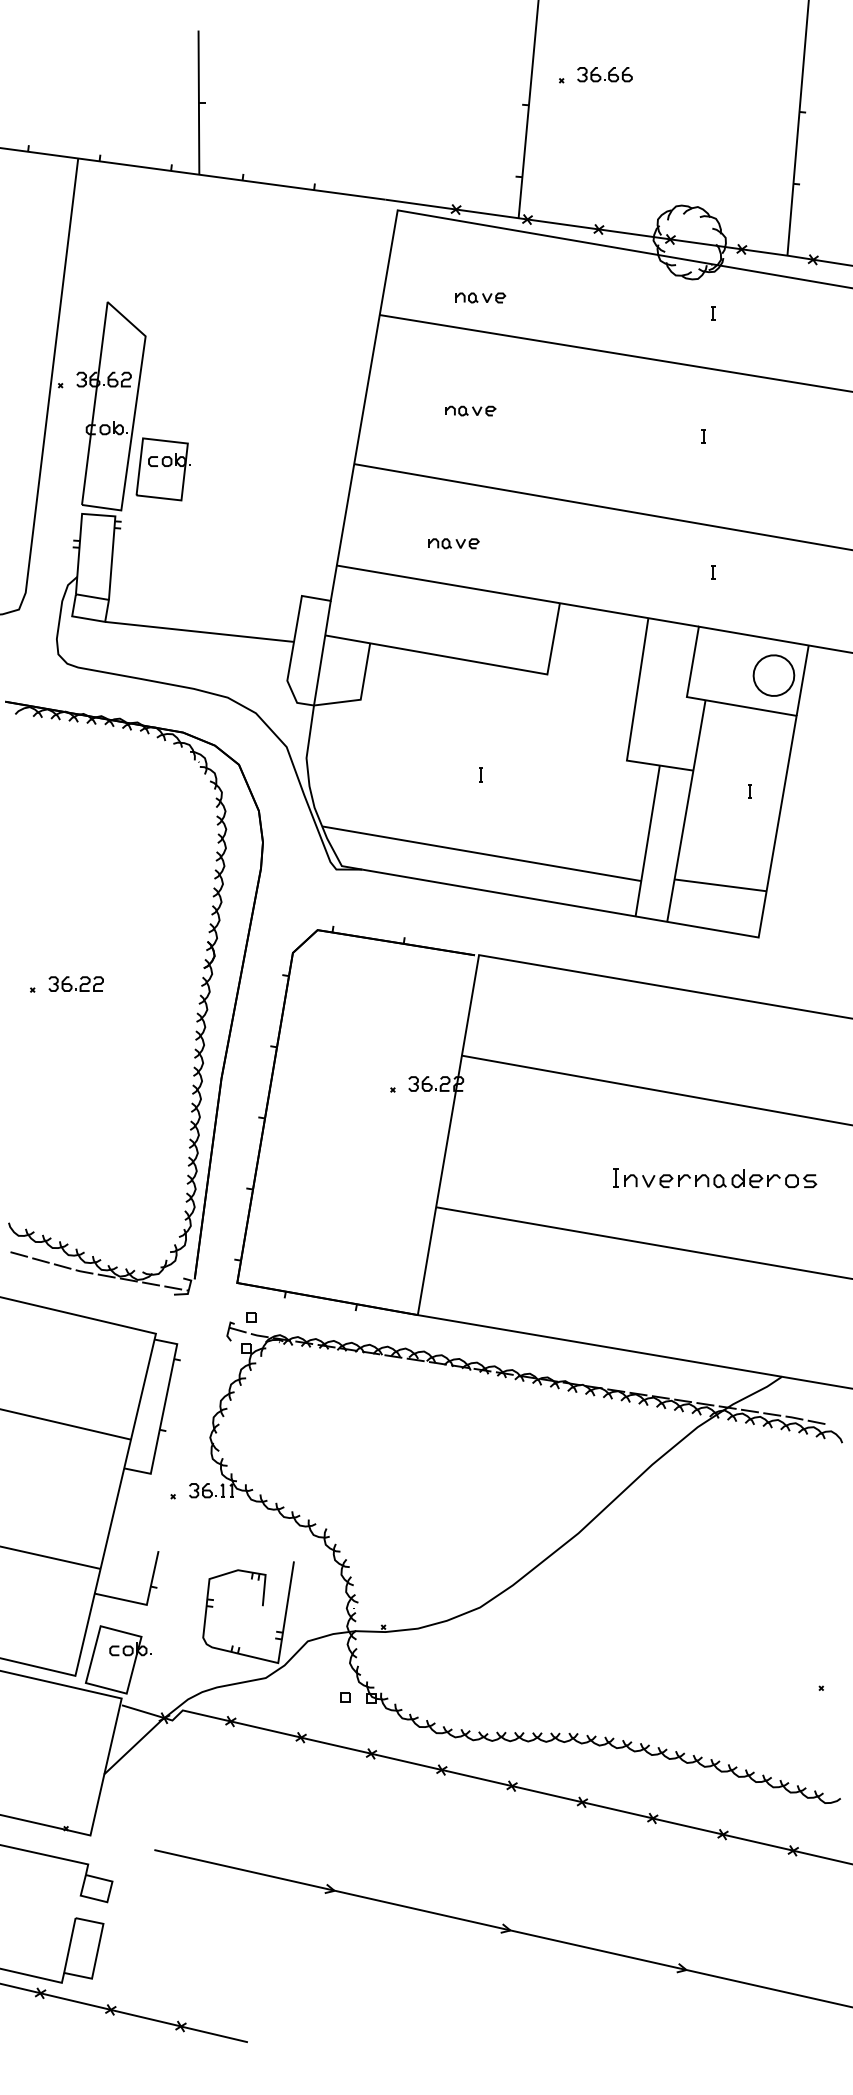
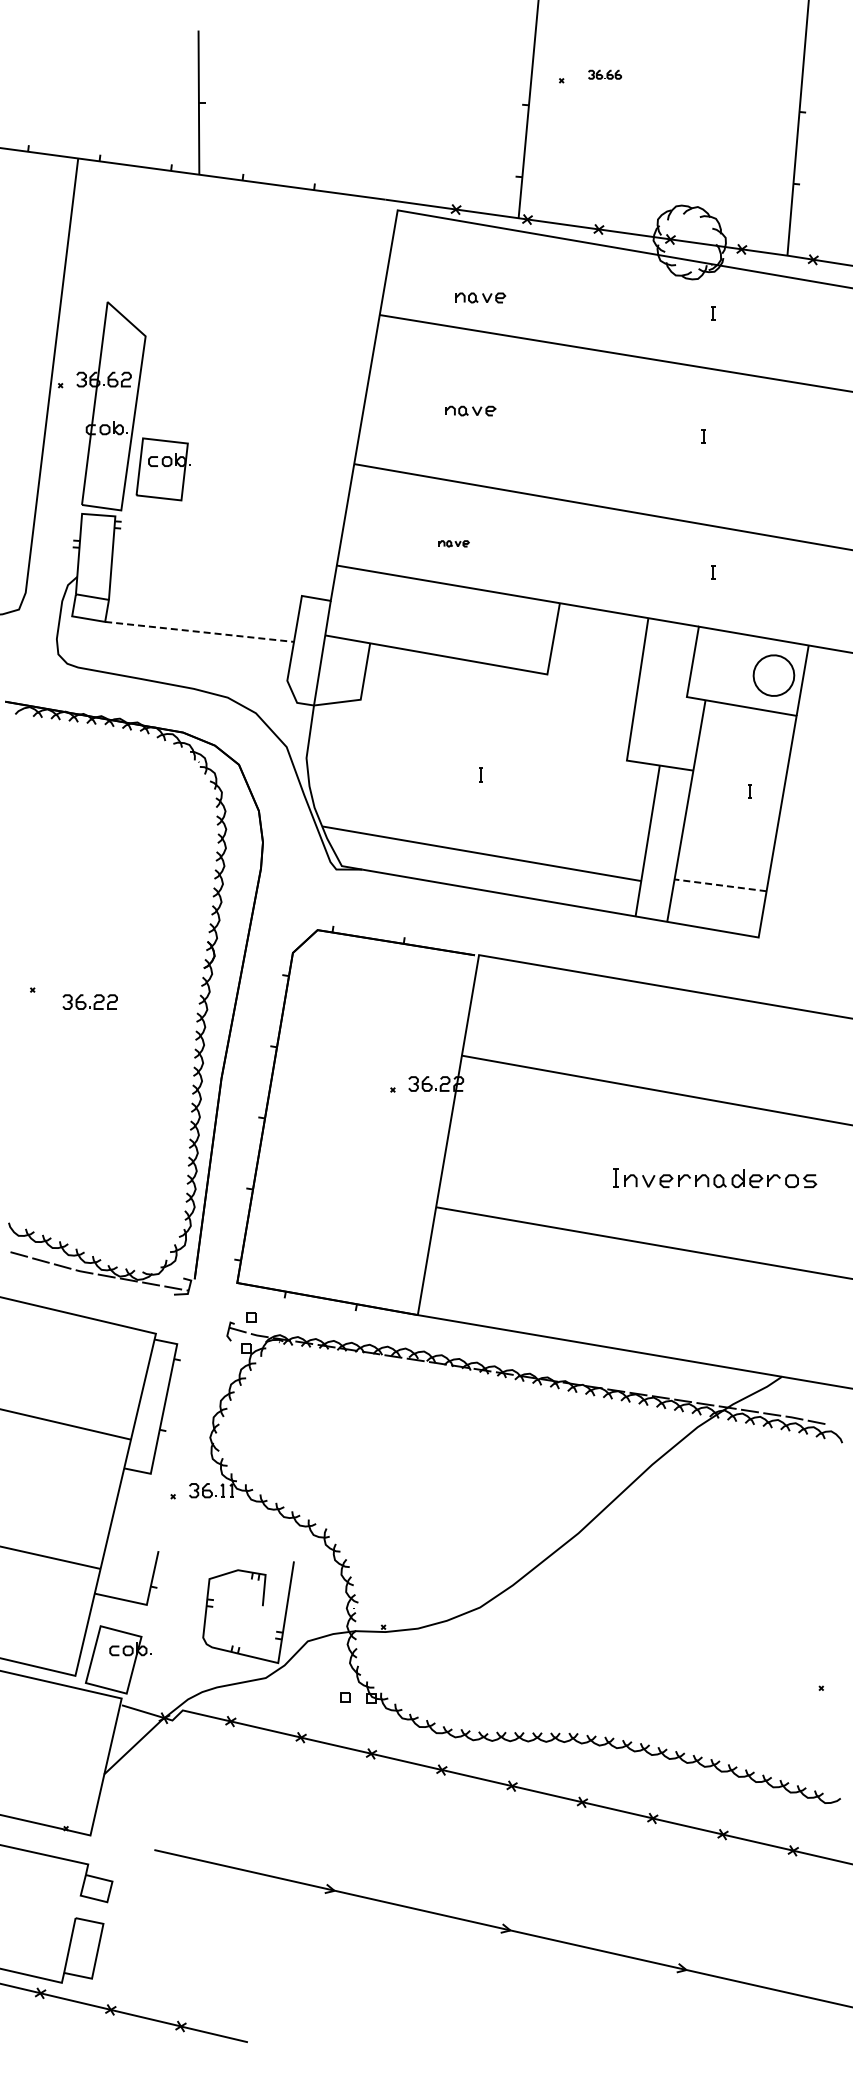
part at (604, 74) size: 56x16 px -> 34x11 px
part at (453, 543) size: 52x12 px -> 32x8 px
line at (199, 631): solid -> dashed
line at (720, 885): solid -> dashed
part at (75, 983) position: (75, 983) -> (89, 1001)
